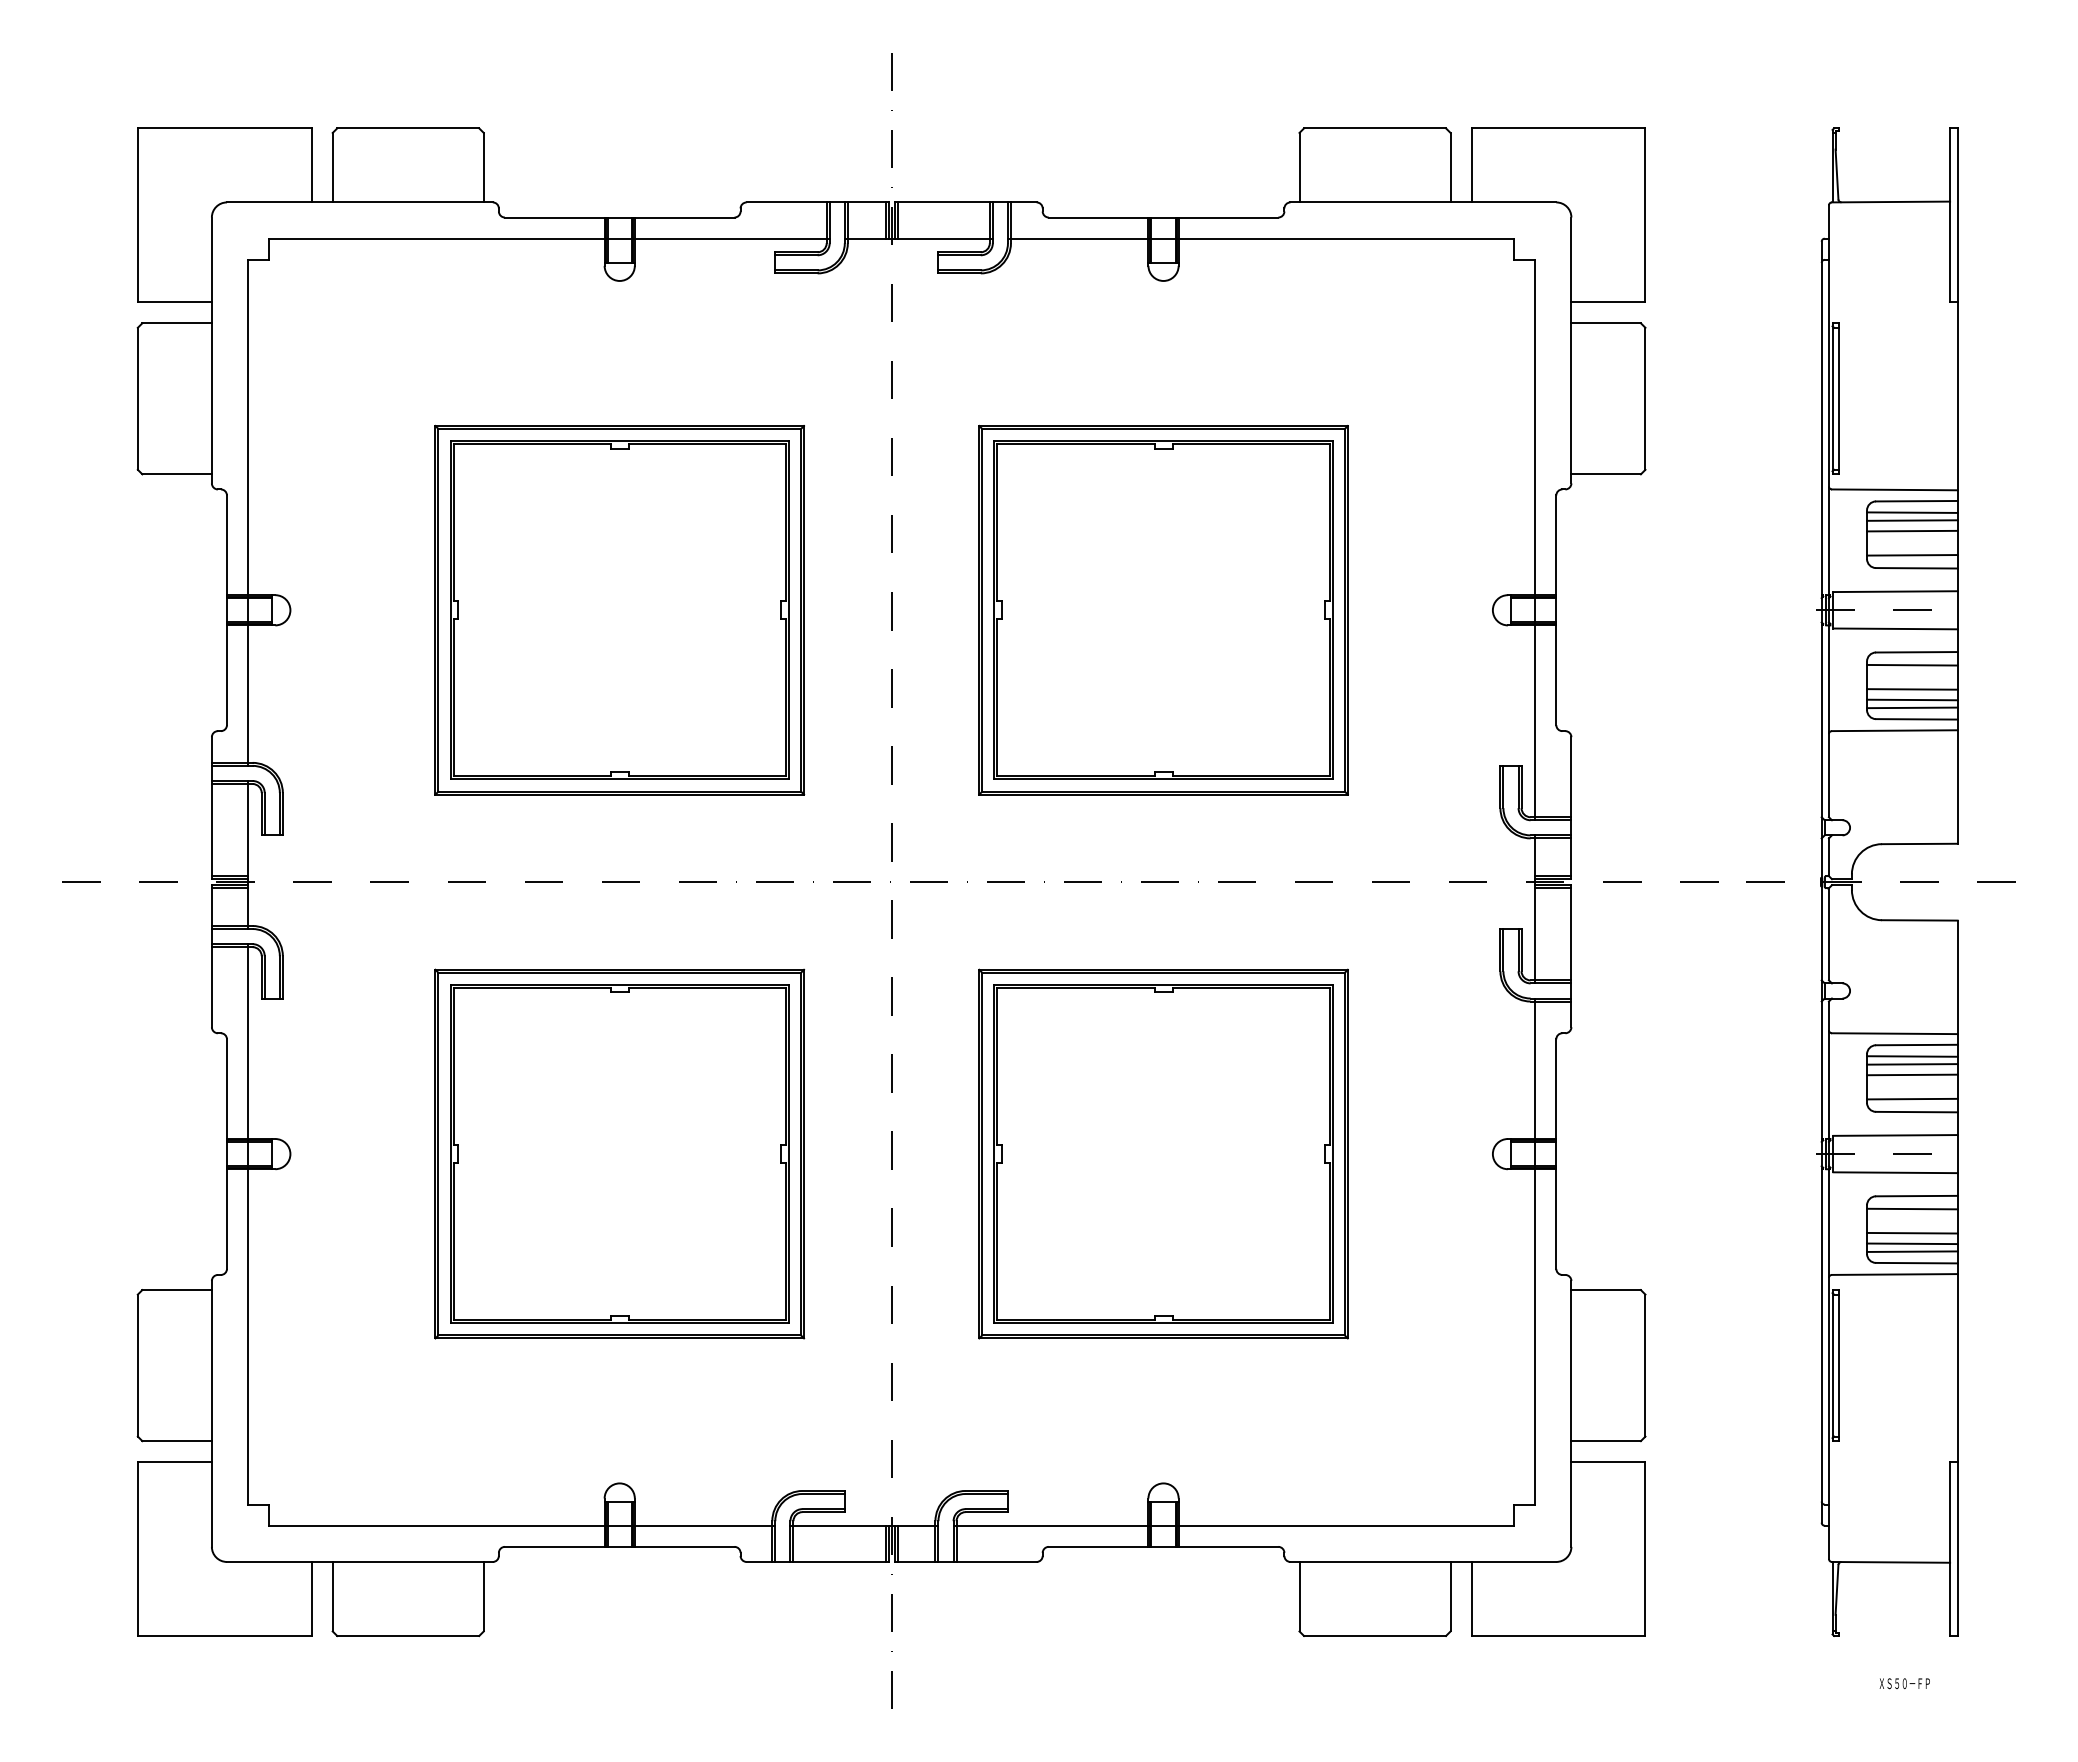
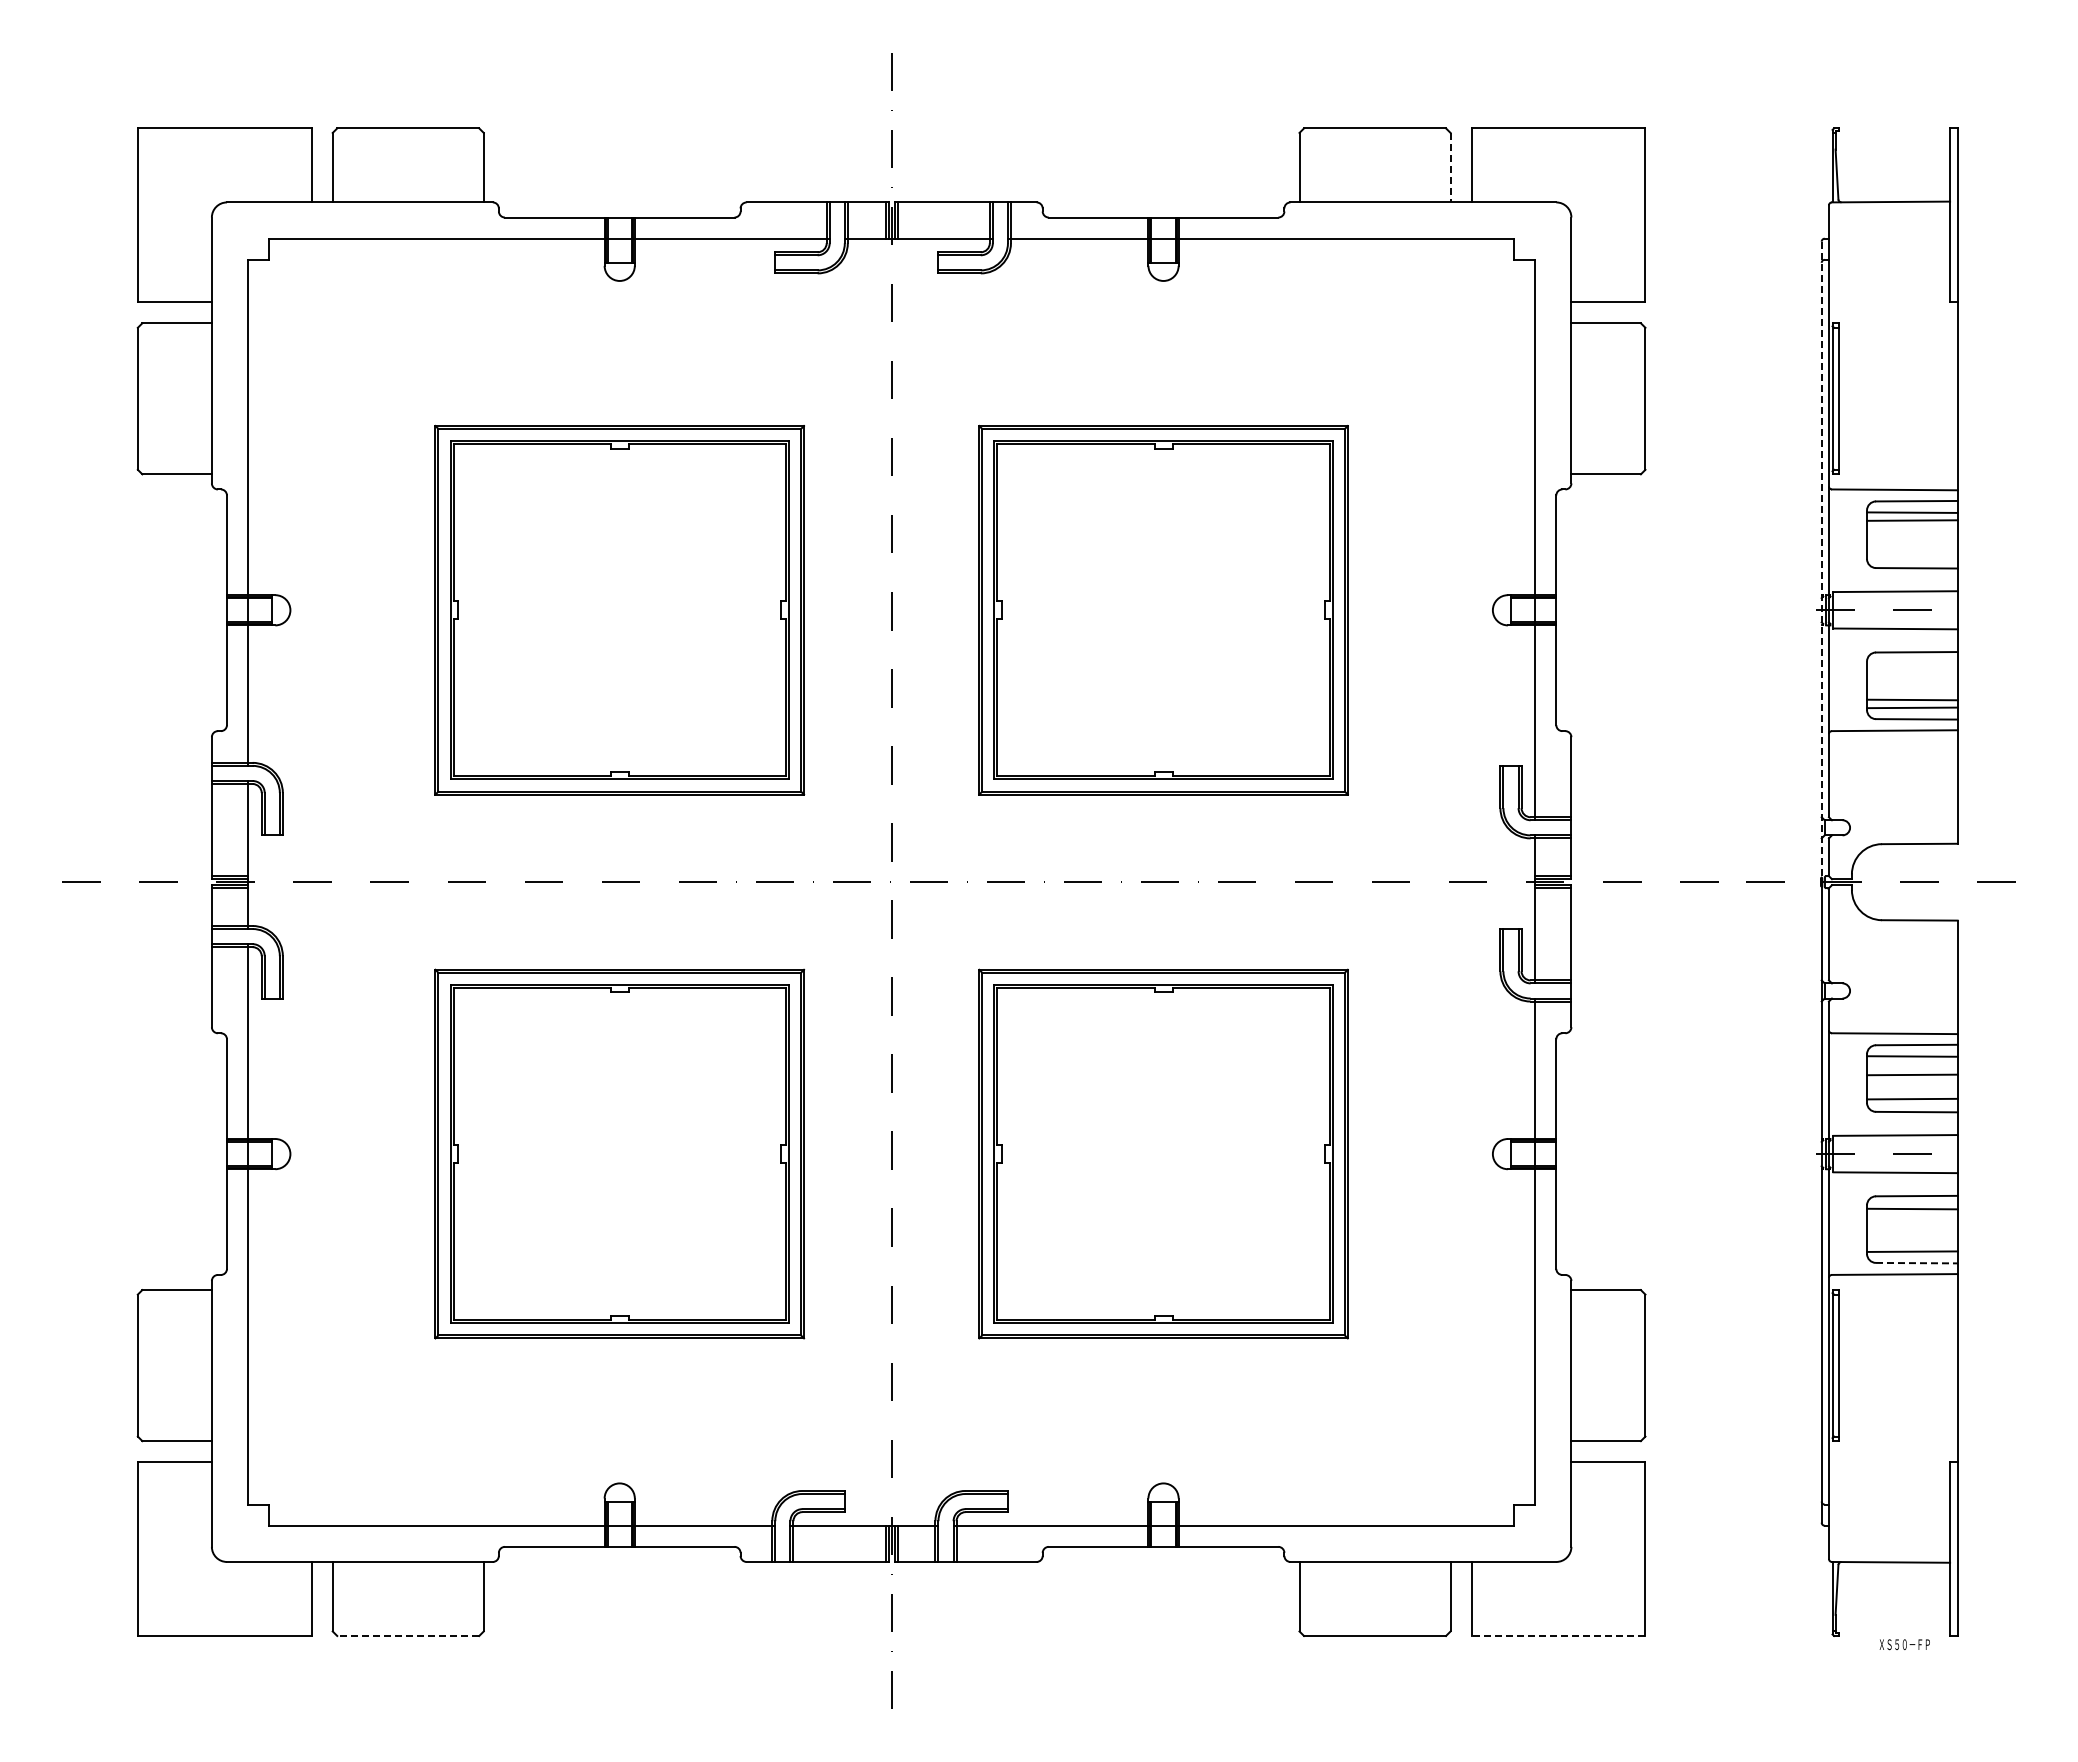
line at (1450, 167): solid -> dashed
line at (1912, 530): present -> none
line at (1912, 555): present -> none
line at (1821, 559): solid -> dashed
line at (1912, 664): present -> none
line at (1912, 689): present -> none
line at (1912, 1064): present -> none
line at (1912, 1232): present -> none
line at (1912, 1243): present -> none
line at (1916, 1263): solid -> dashed
line at (408, 1635): solid -> dashed
line at (1558, 1635): solid -> dashed
text at (1904, 1683) position: (1904, 1683) -> (1904, 1644)
